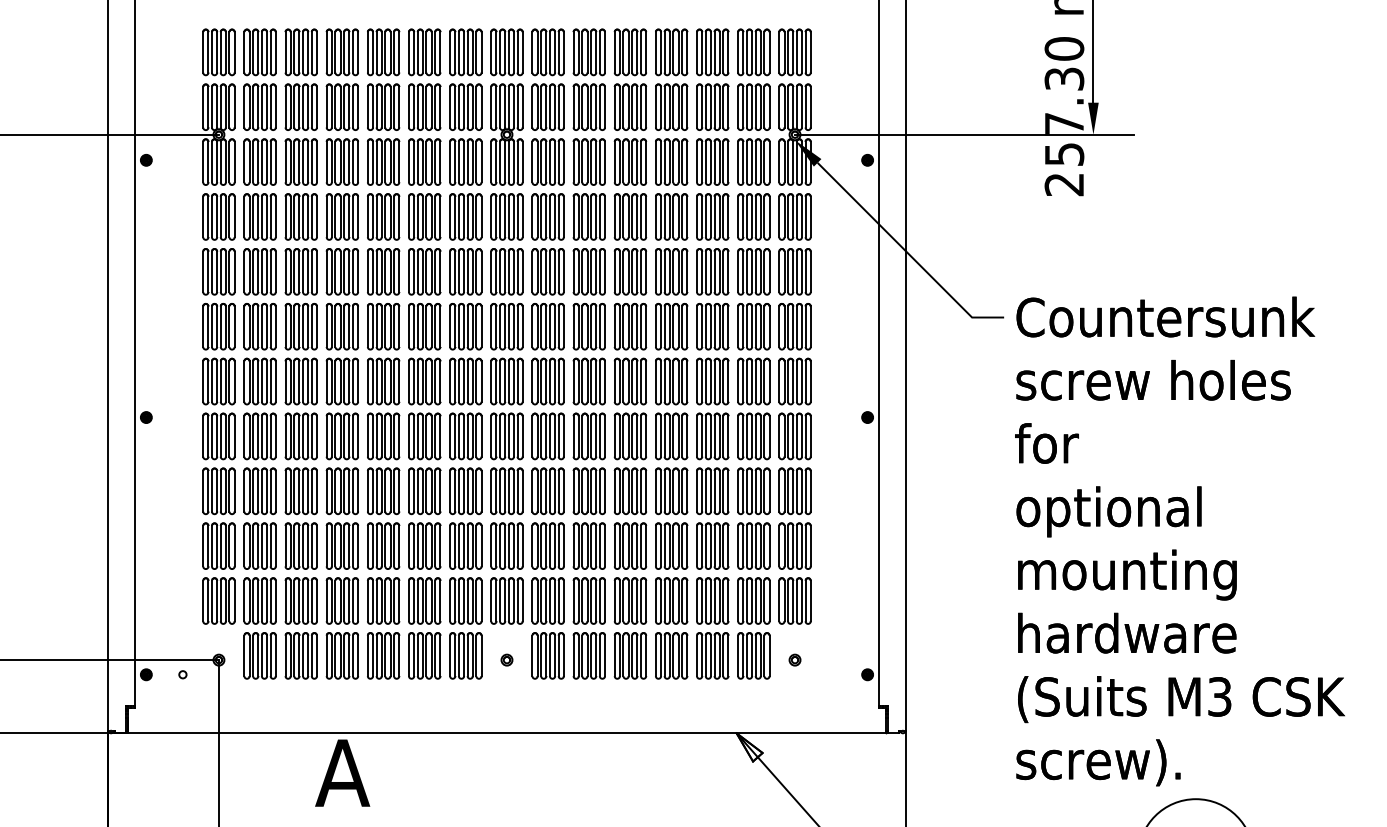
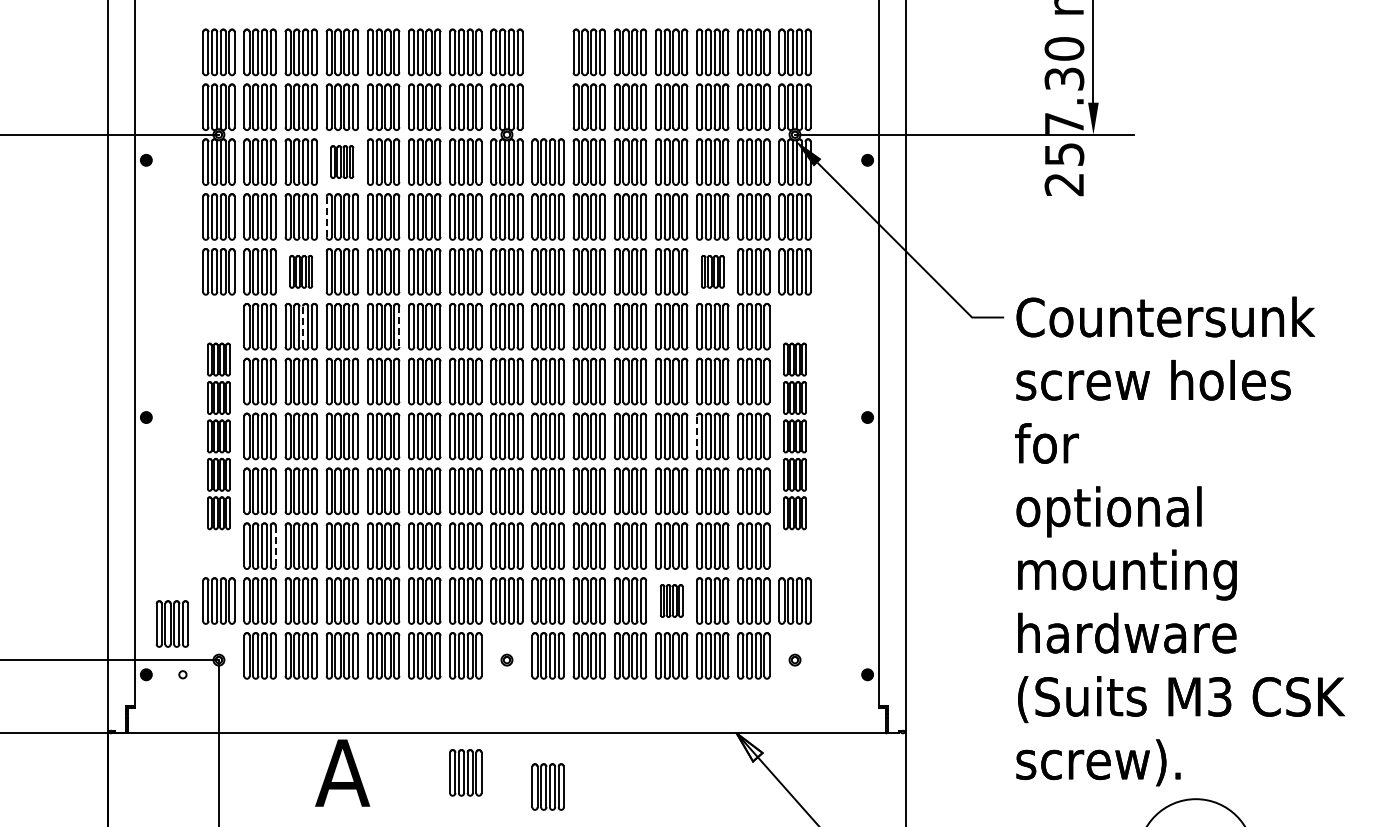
part at (547, 79): present -> none
part at (341, 161) size: 34x48 px -> 25x34 px
line at (326, 216): solid -> dashed
part at (300, 271) size: 34x48 px -> 25x34 px
part at (712, 271) size: 34x48 px -> 24x34 px
line at (303, 326): solid -> dashed
line at (399, 327): solid -> dashed
line at (697, 435): solid -> dashed
part at (218, 436) size: 34x267 px -> 24x189 px
part at (794, 436) size: 34x267 px -> 24x189 px
line at (275, 546): solid -> dashed
part at (671, 600) size: 34x48 px -> 25x34 px
part at (171, 623): none -> present
part at (465, 772): none -> present
part at (547, 786): none -> present
